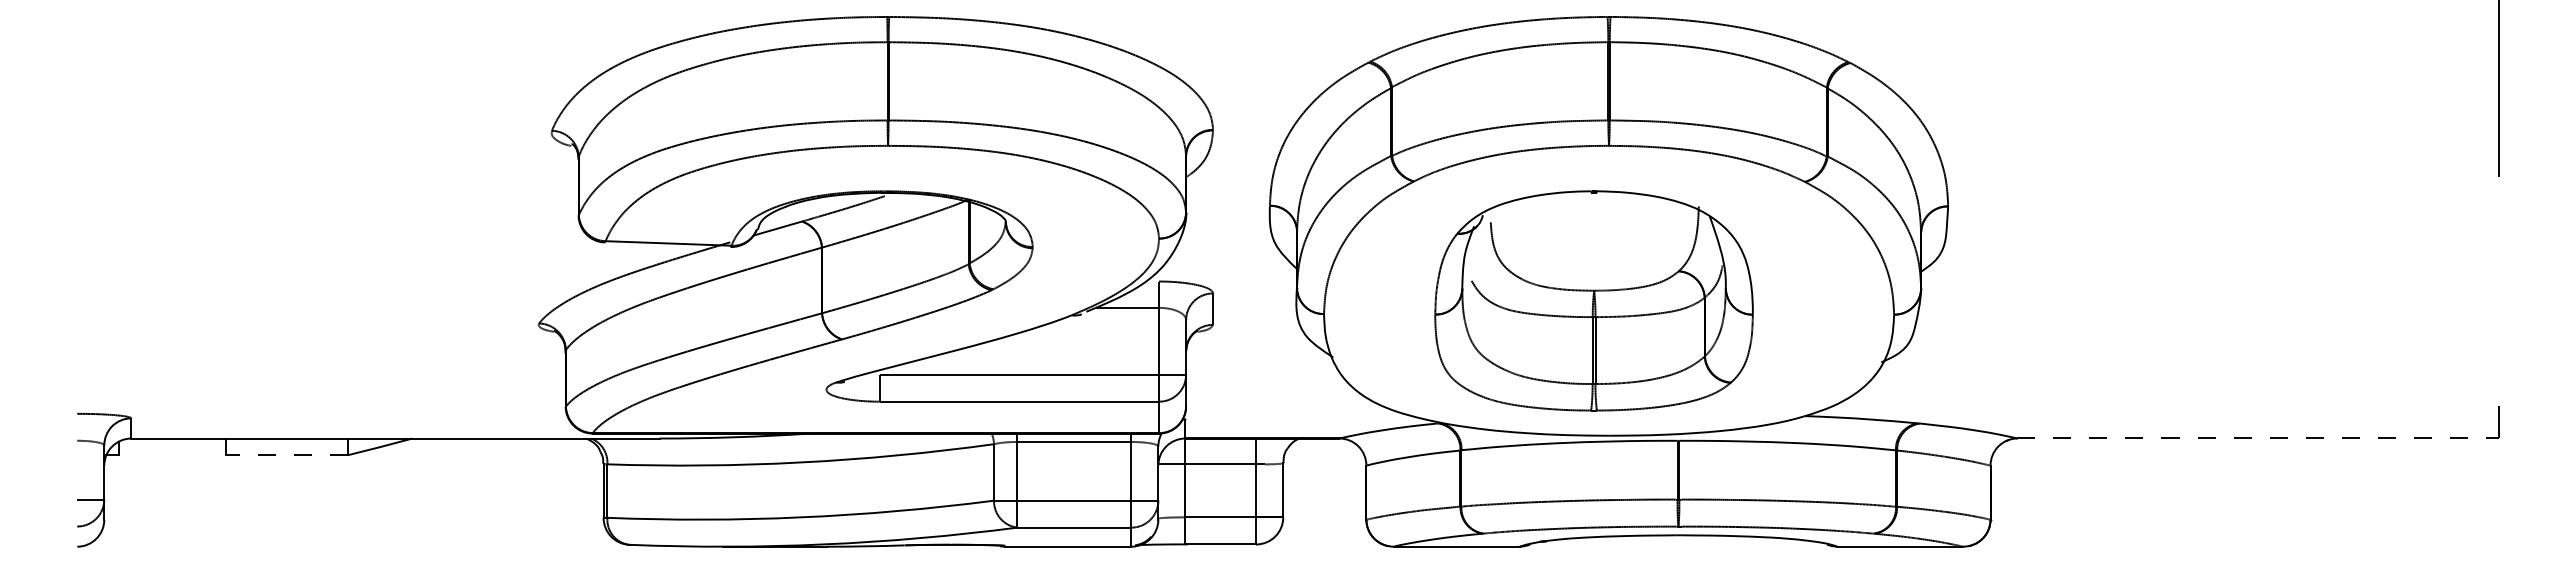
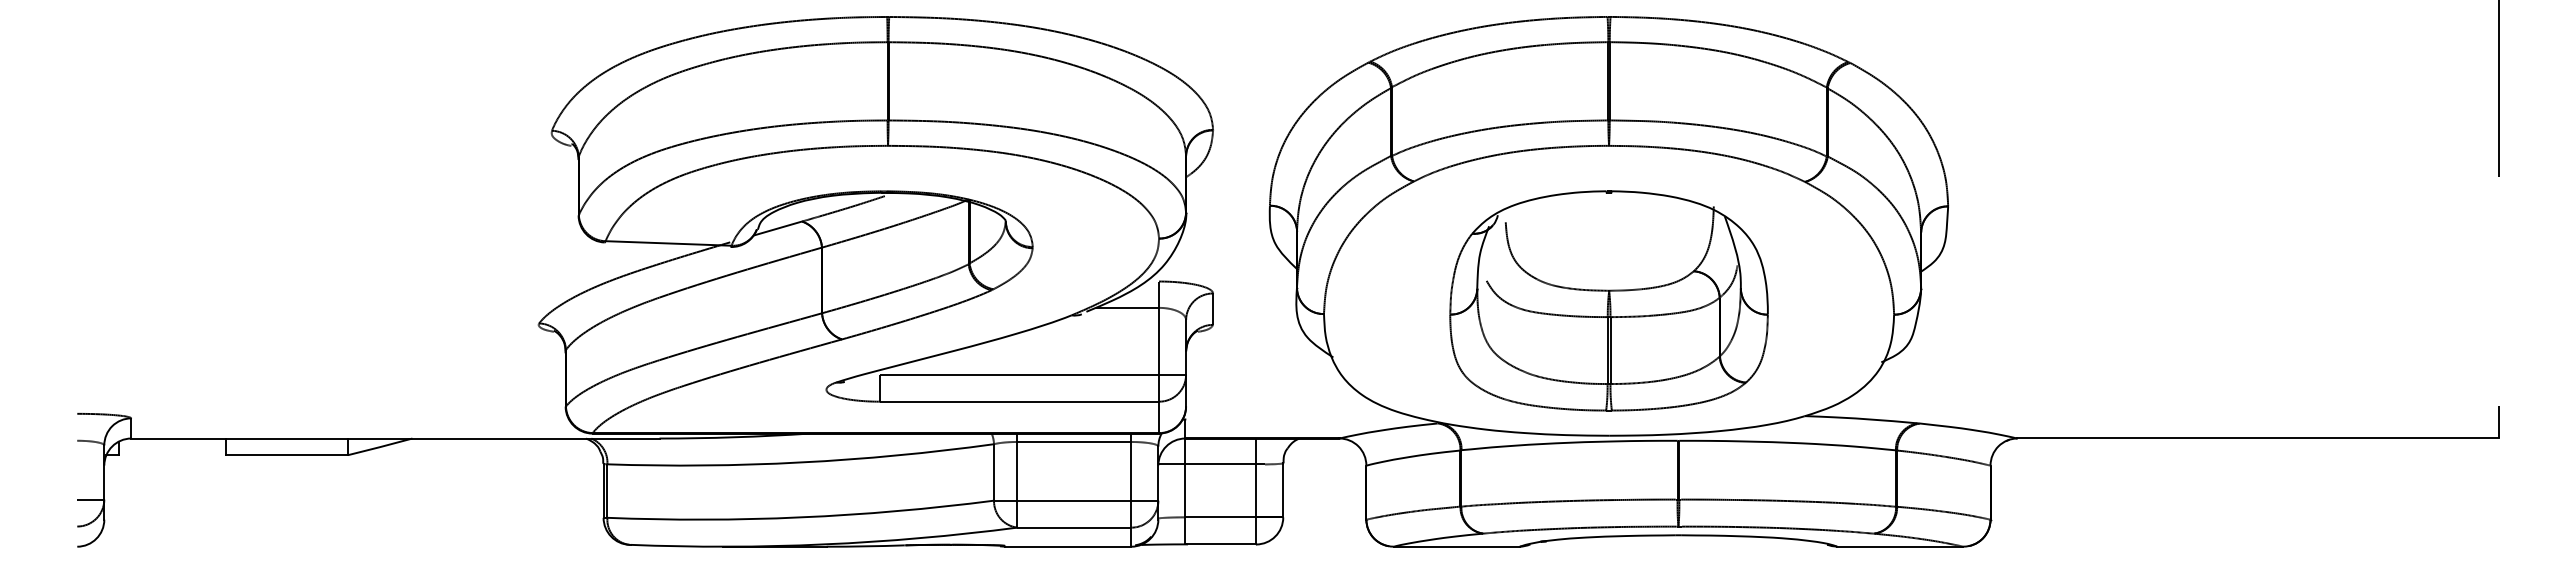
part at (1593, 300) position: (1593, 300) -> (1608, 300)
line at (2258, 438): dashed -> solid
line at (286, 455): dashed -> solid
